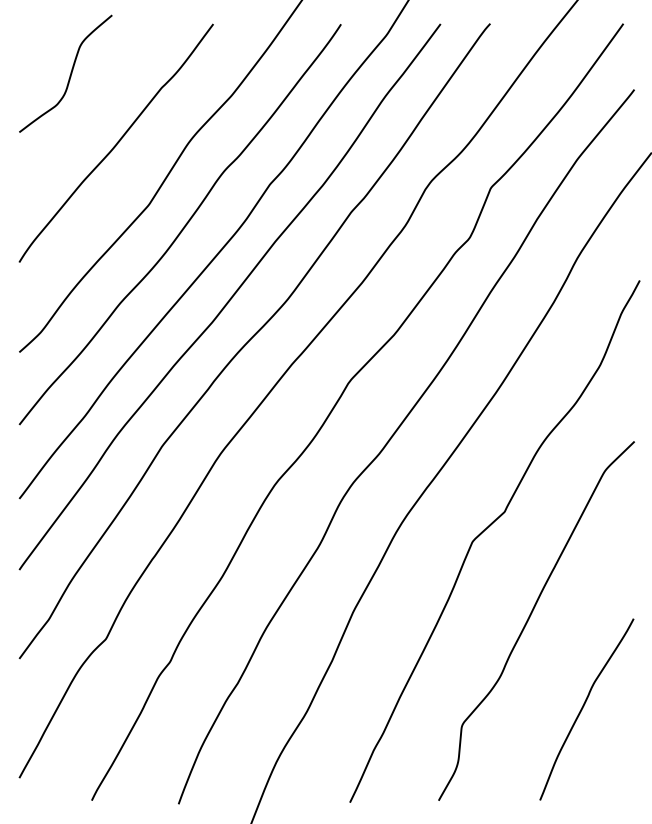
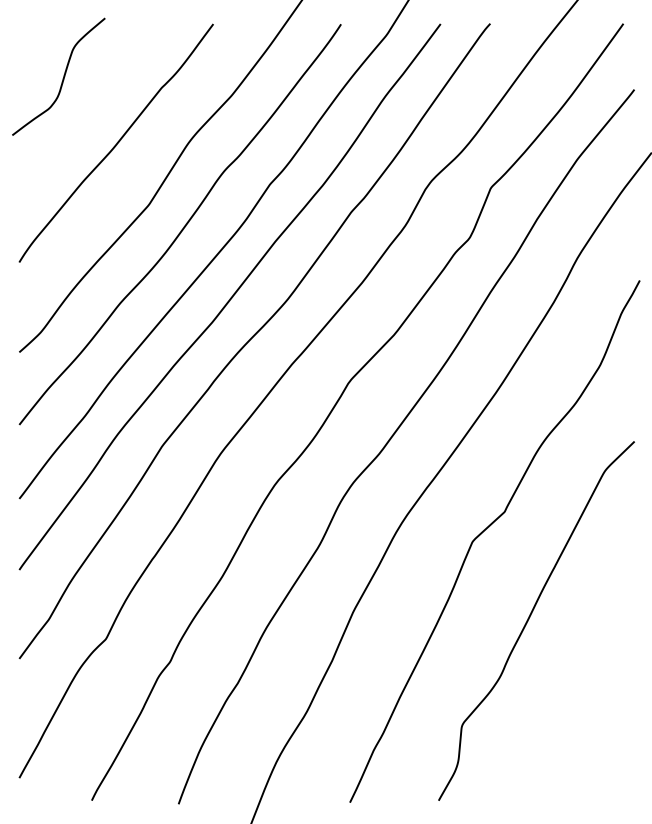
curve at (69, 75) position: (69, 75) -> (62, 78)
curve at (583, 708): present -> none
